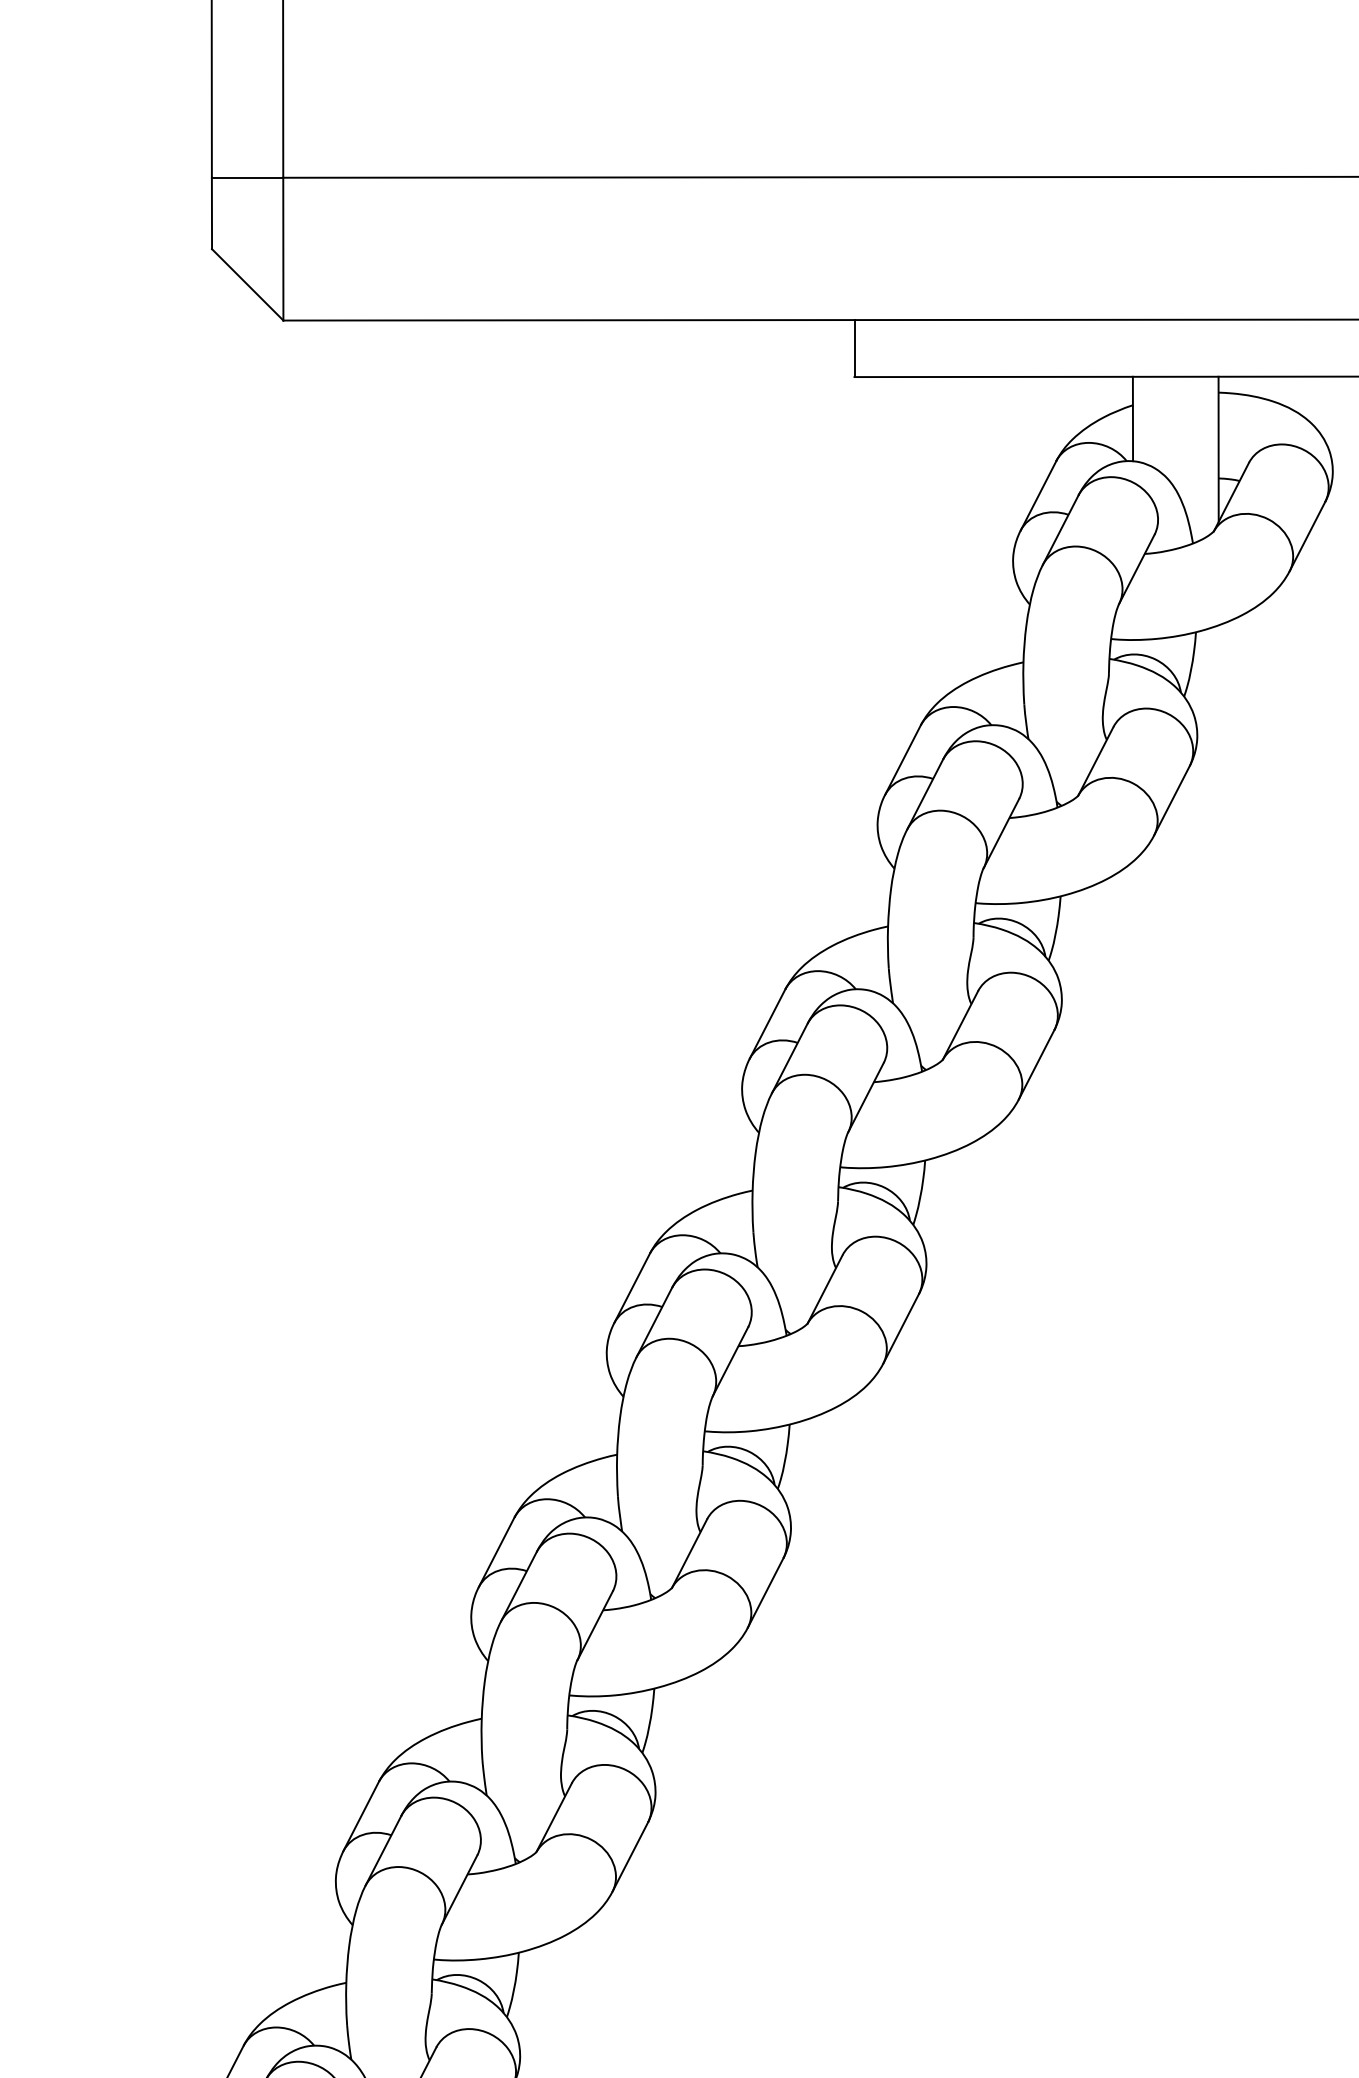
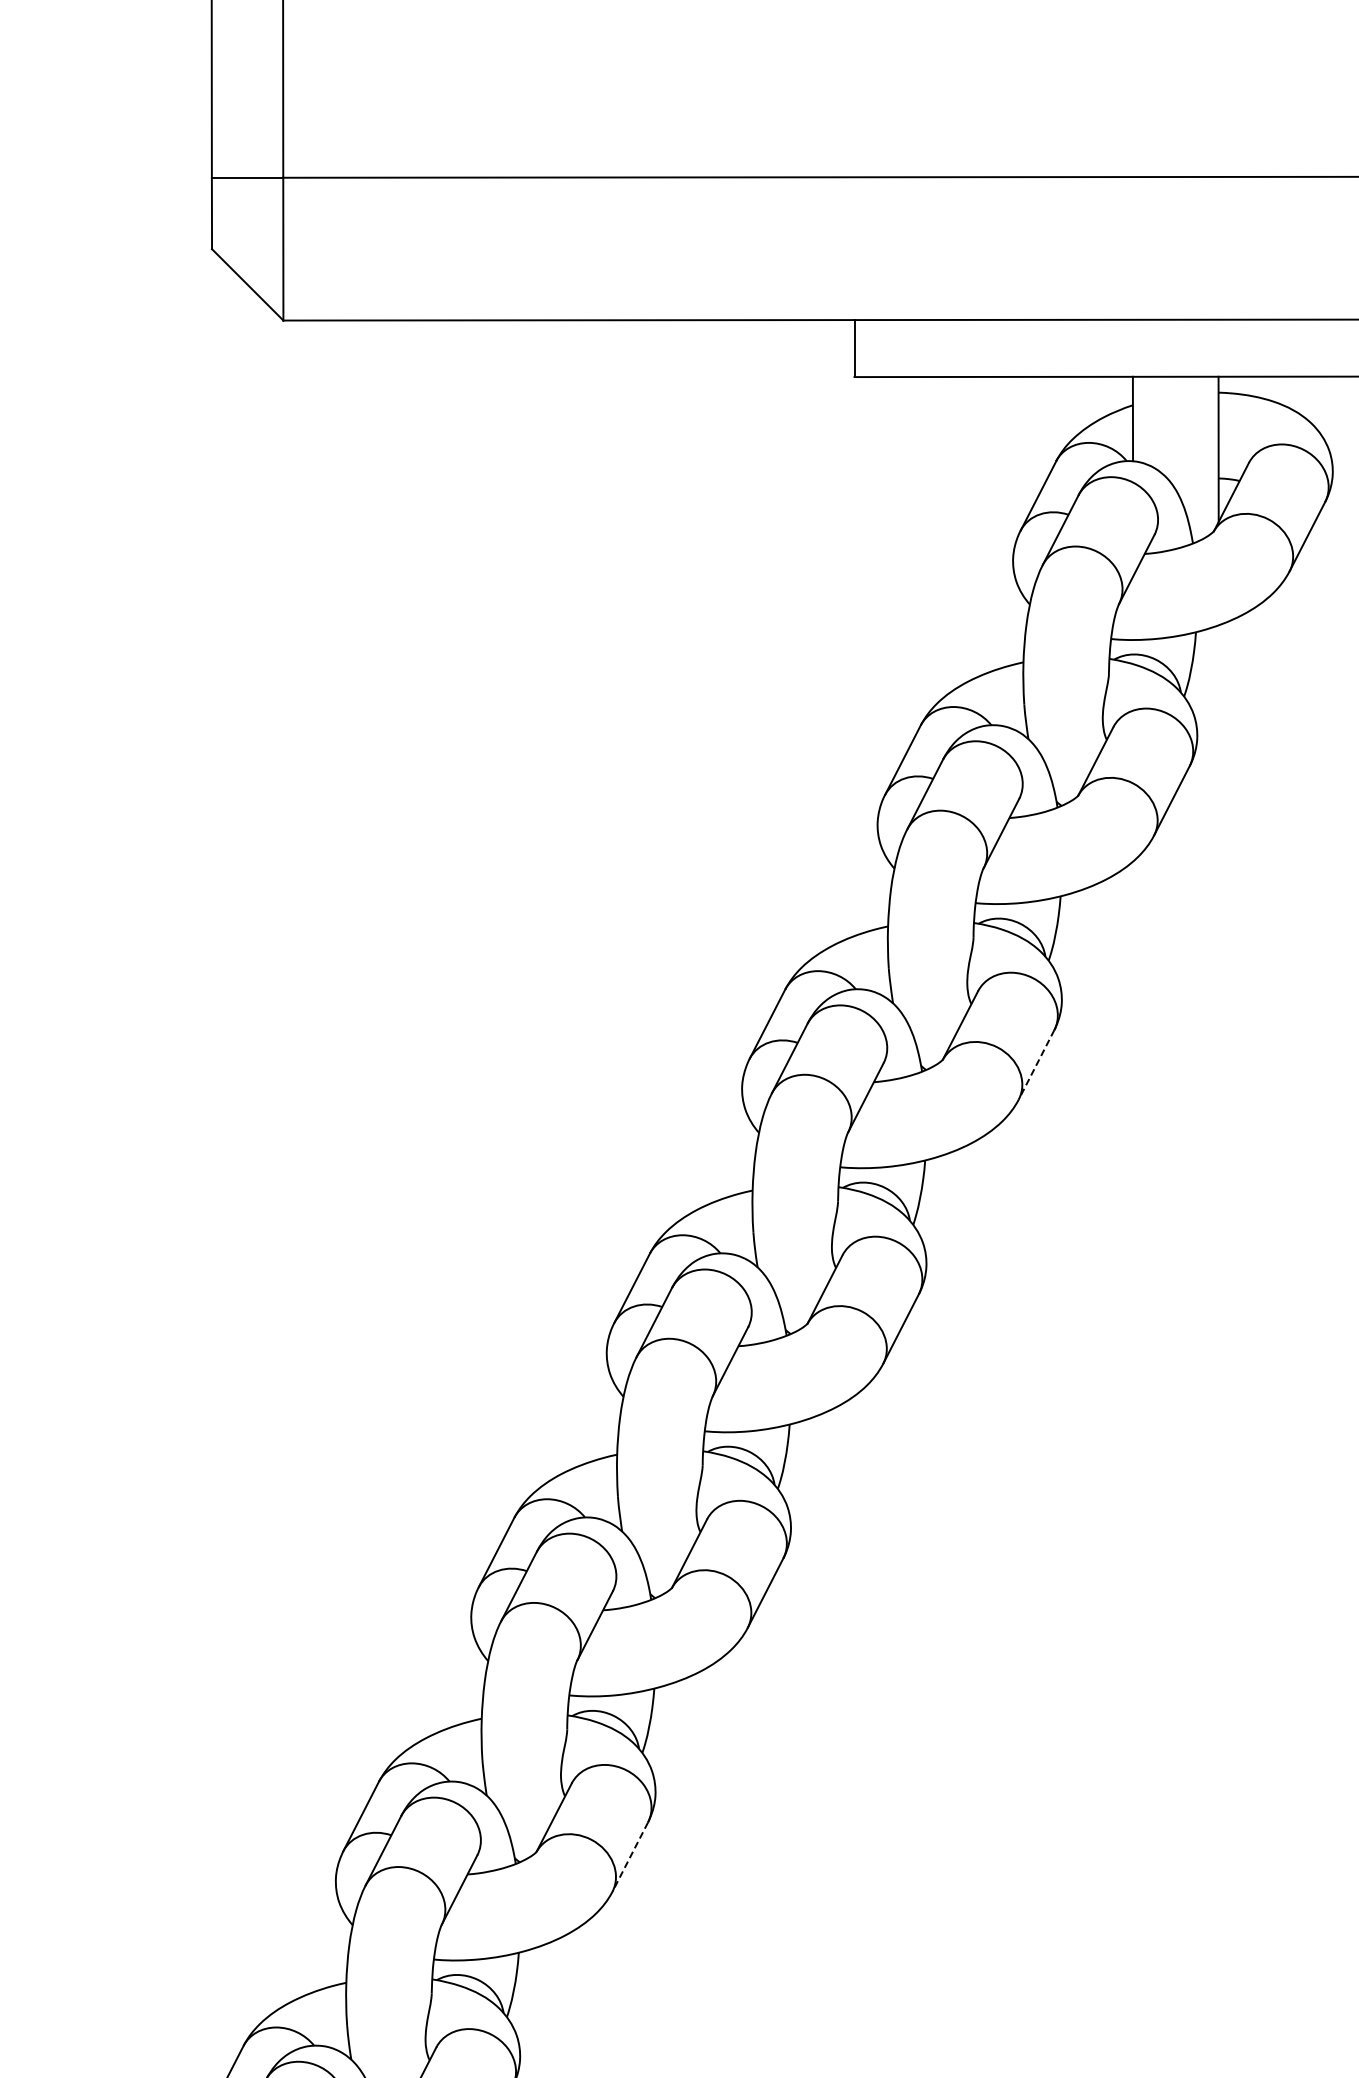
line at (1036, 1064): solid -> dashed
line at (630, 1857): solid -> dashed
